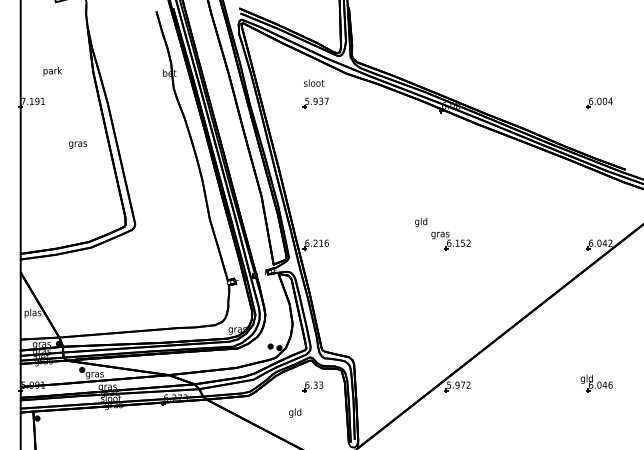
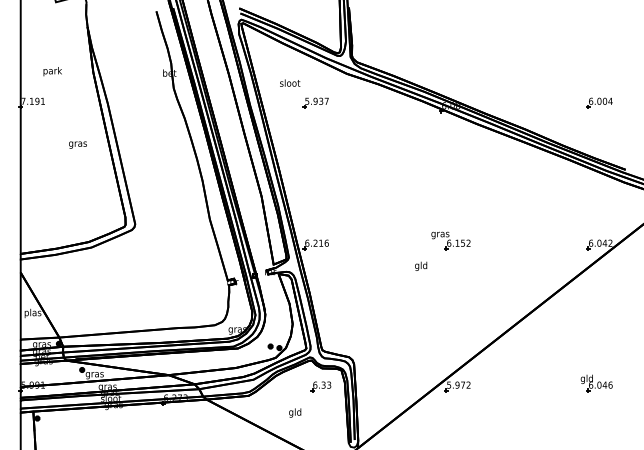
text at (314, 82) position: (314, 82) -> (290, 82)
text at (421, 221) position: (421, 221) -> (421, 265)
part at (312, 386) position: (312, 386) -> (320, 386)
